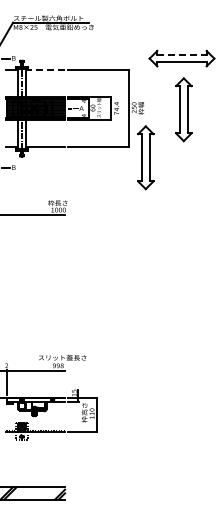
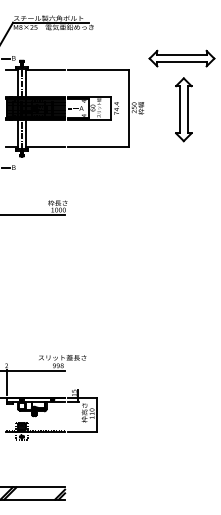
line at (181, 54): dashed -> solid
line at (45, 70): dashed -> solid
part at (145, 157): present -> none
